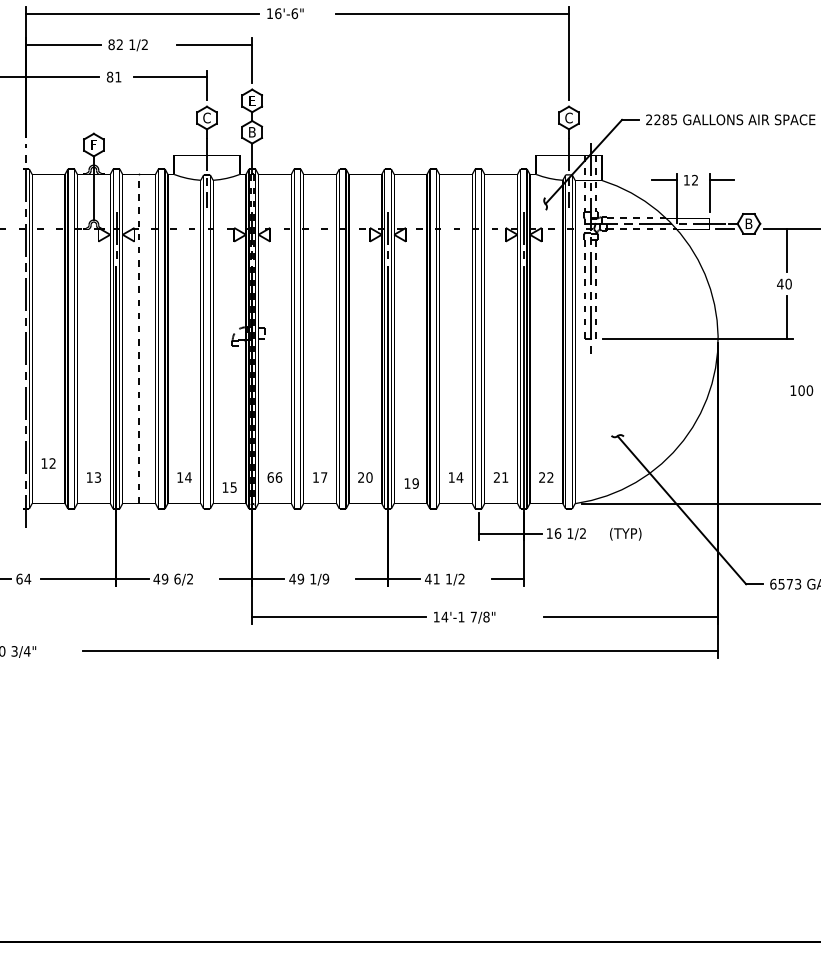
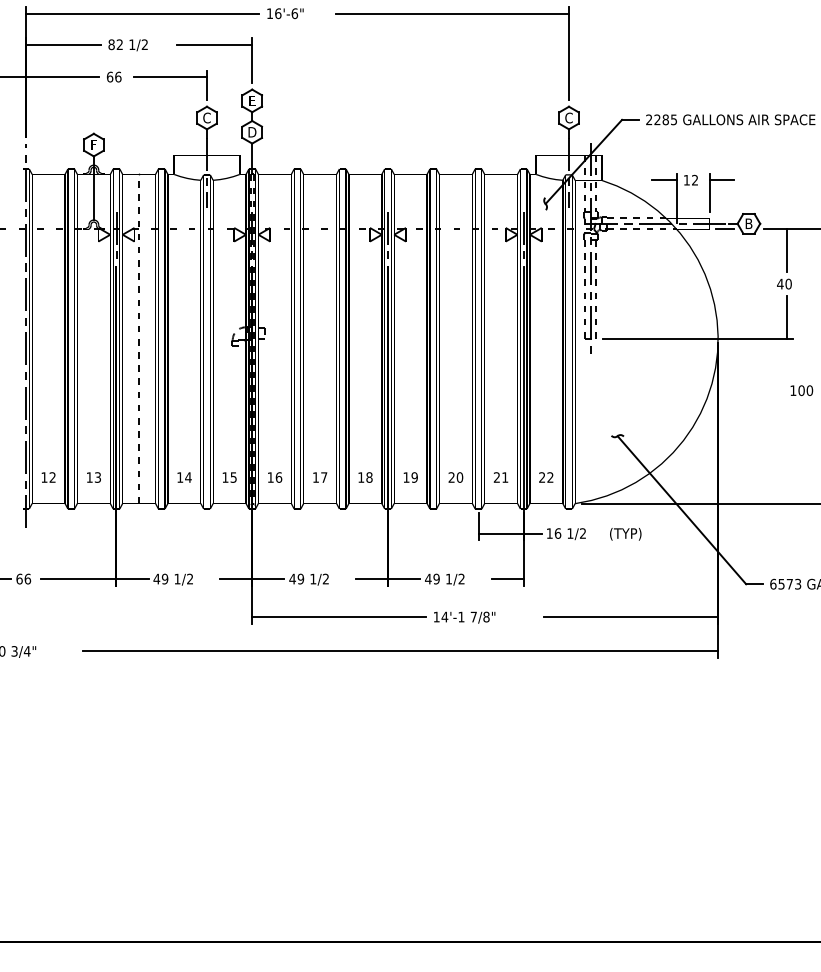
text at (113, 76): 81 -> 66
text at (252, 132): B -> D
text at (48, 463) position: (48, 463) -> (48, 477)
text at (270, 477): 66 -> 16
text at (365, 477): 20 -> 18
text at (455, 477): 14 -> 20
text at (411, 483) position: (411, 483) -> (410, 477)
text at (229, 487) position: (229, 487) -> (229, 477)
text at (27, 578): 64 -> 66
text at (177, 578): 6/2 -> 1/2
text at (325, 578): 1/9 -> 1/2
text at (436, 578): 41 -> 49
